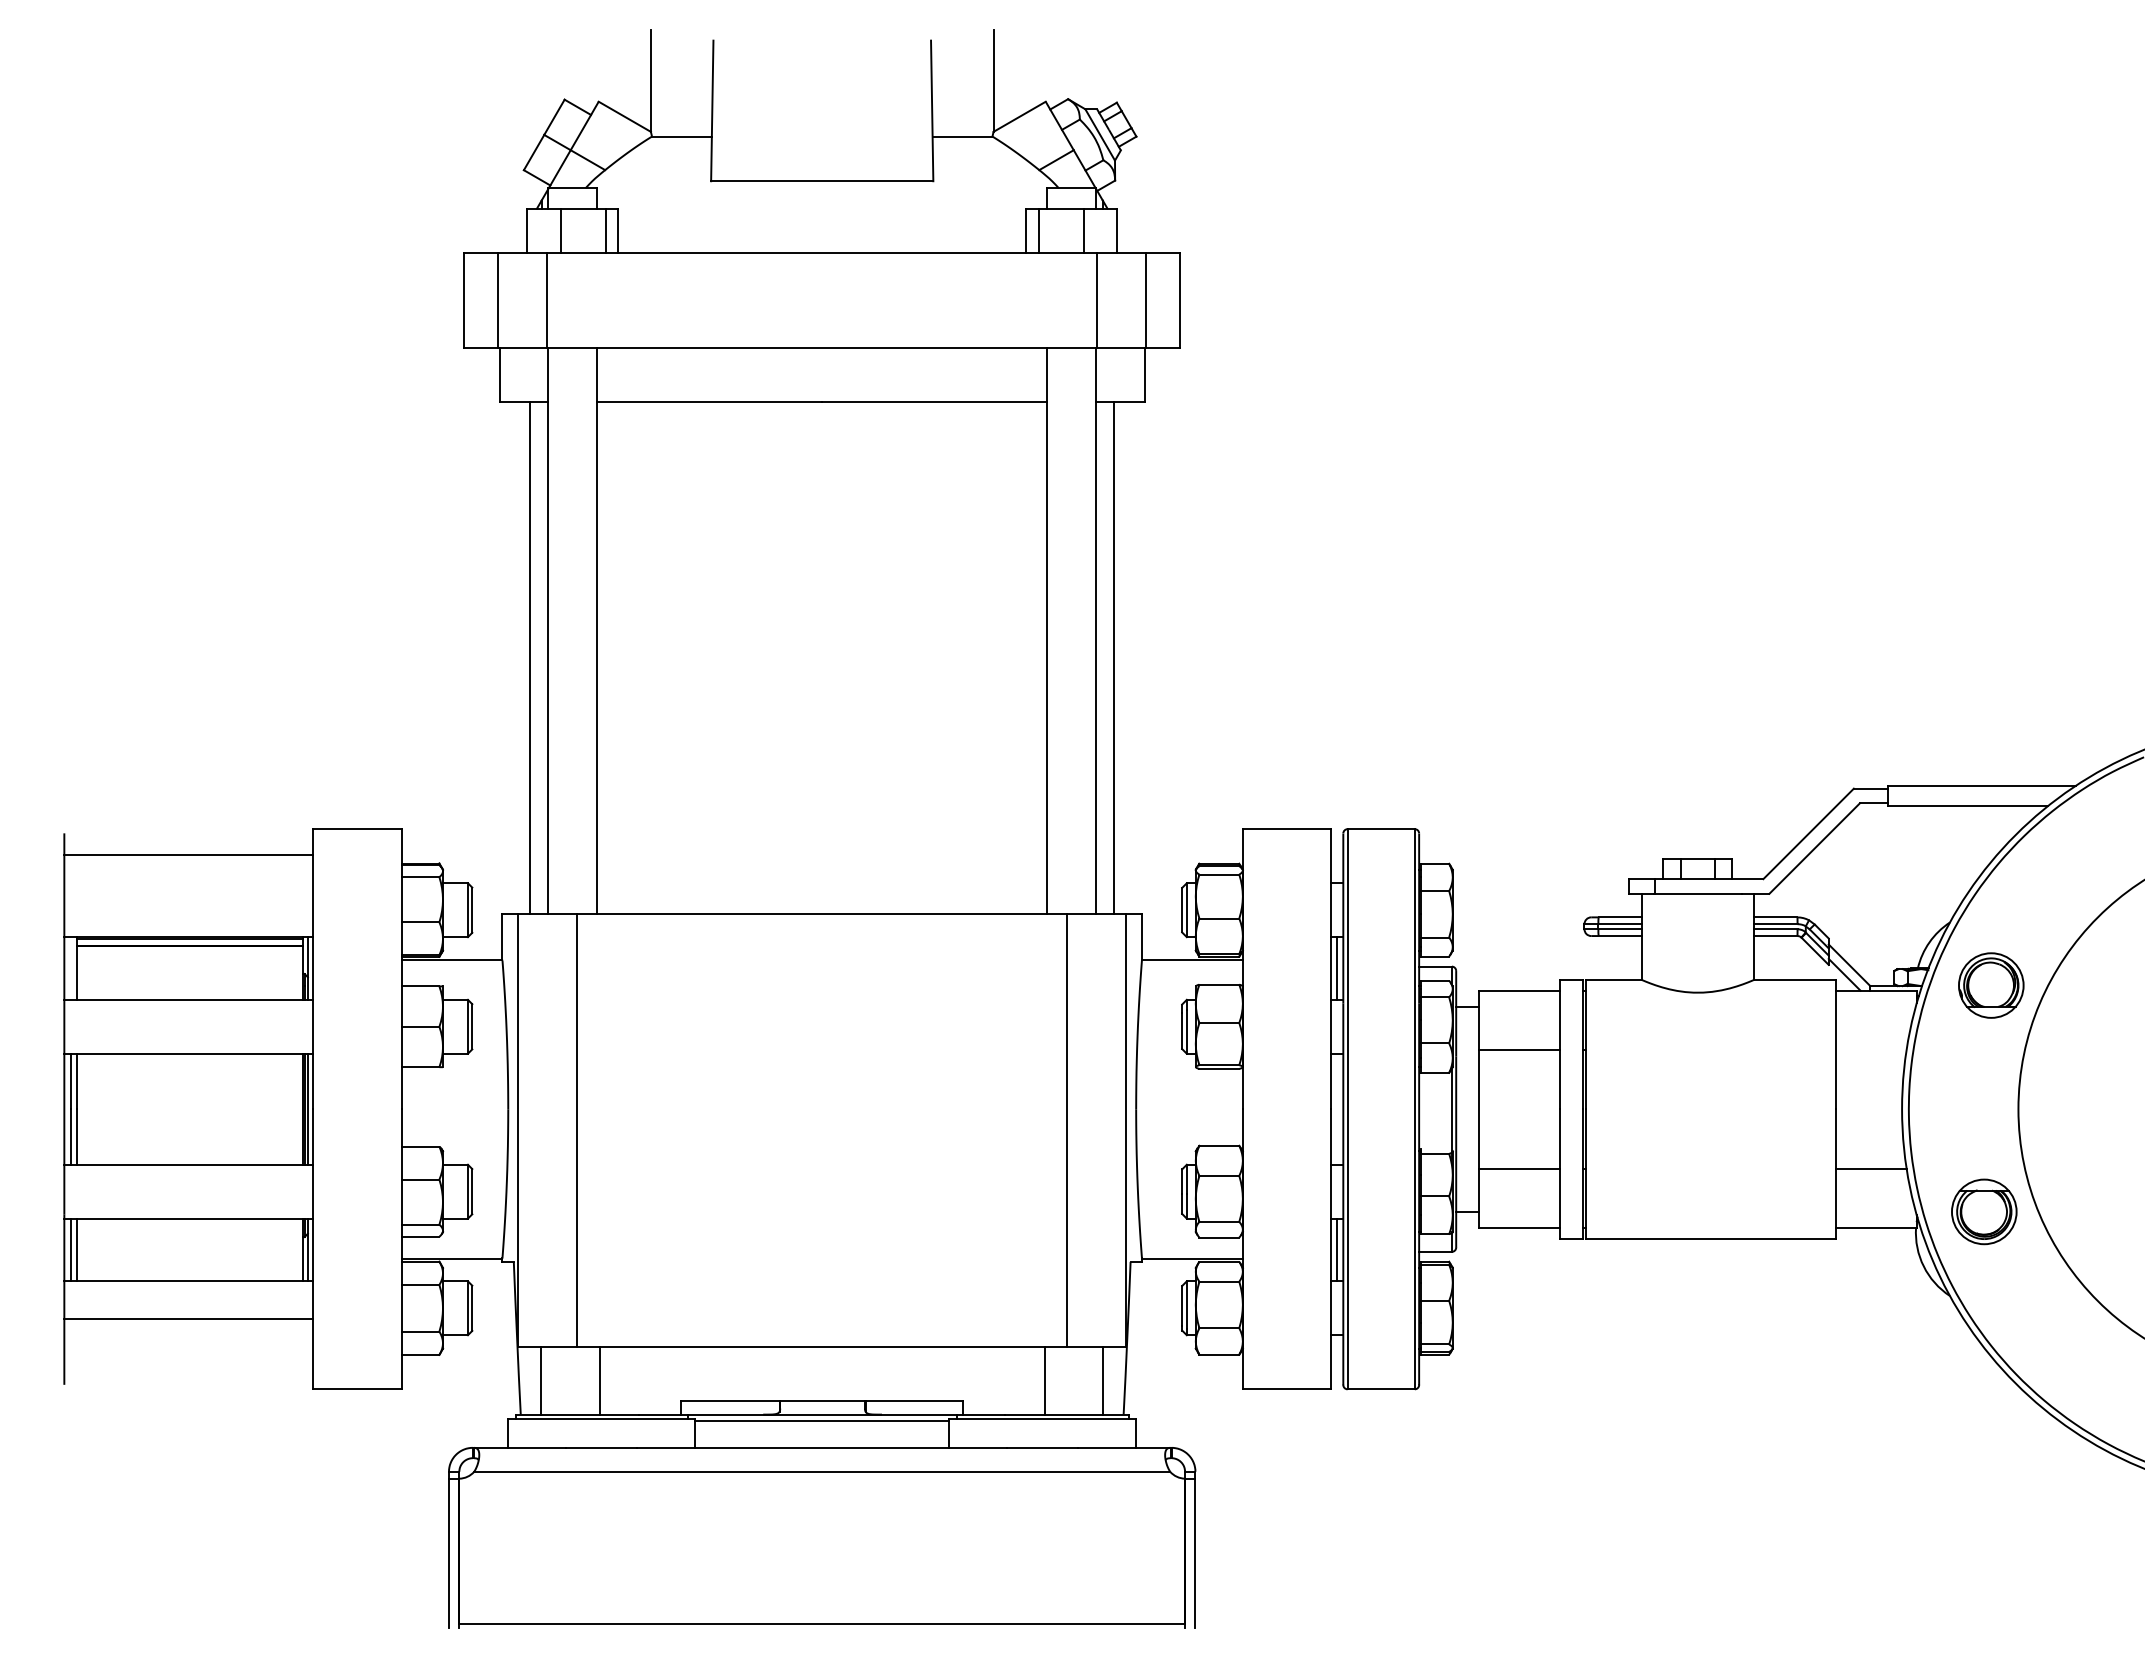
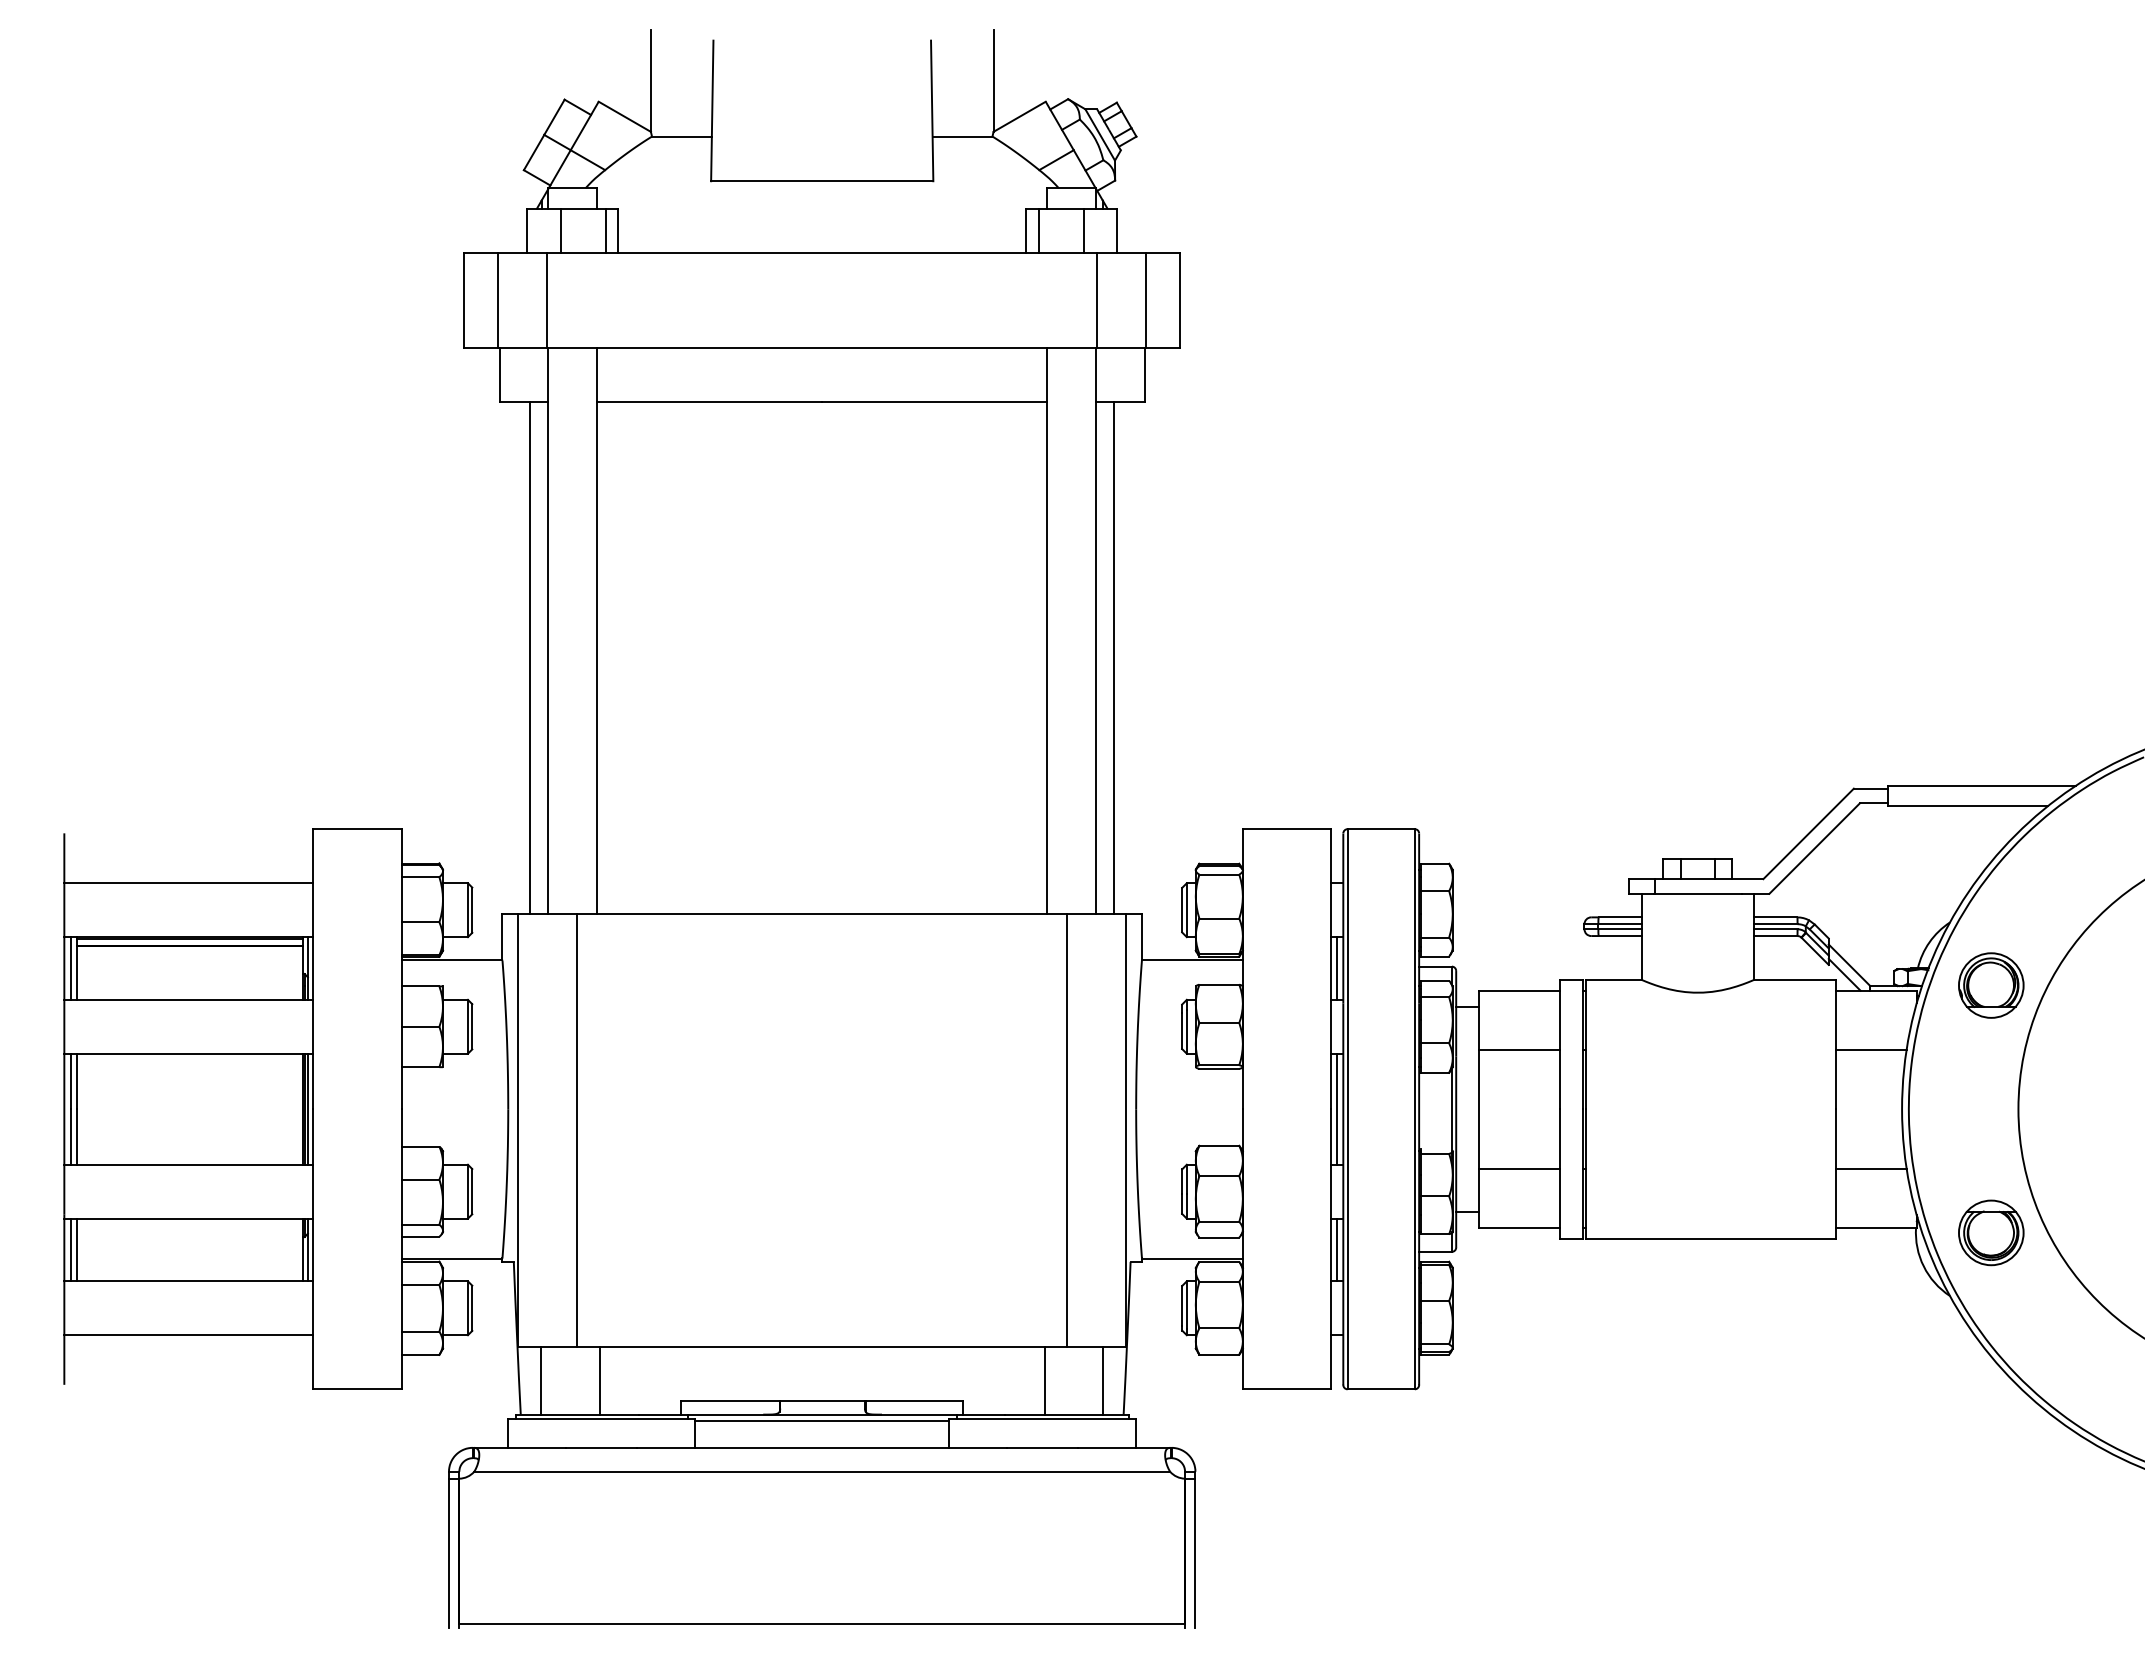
line at (188, 855) position: (188, 855) -> (188, 883)
line at (71, 968): none -> present
line at (1870, 1049): none -> present
line at (1336, 1108): none -> present
part at (1984, 1211) position: (1984, 1211) -> (1991, 1232)
line at (188, 1319) position: (188, 1319) -> (188, 1335)
